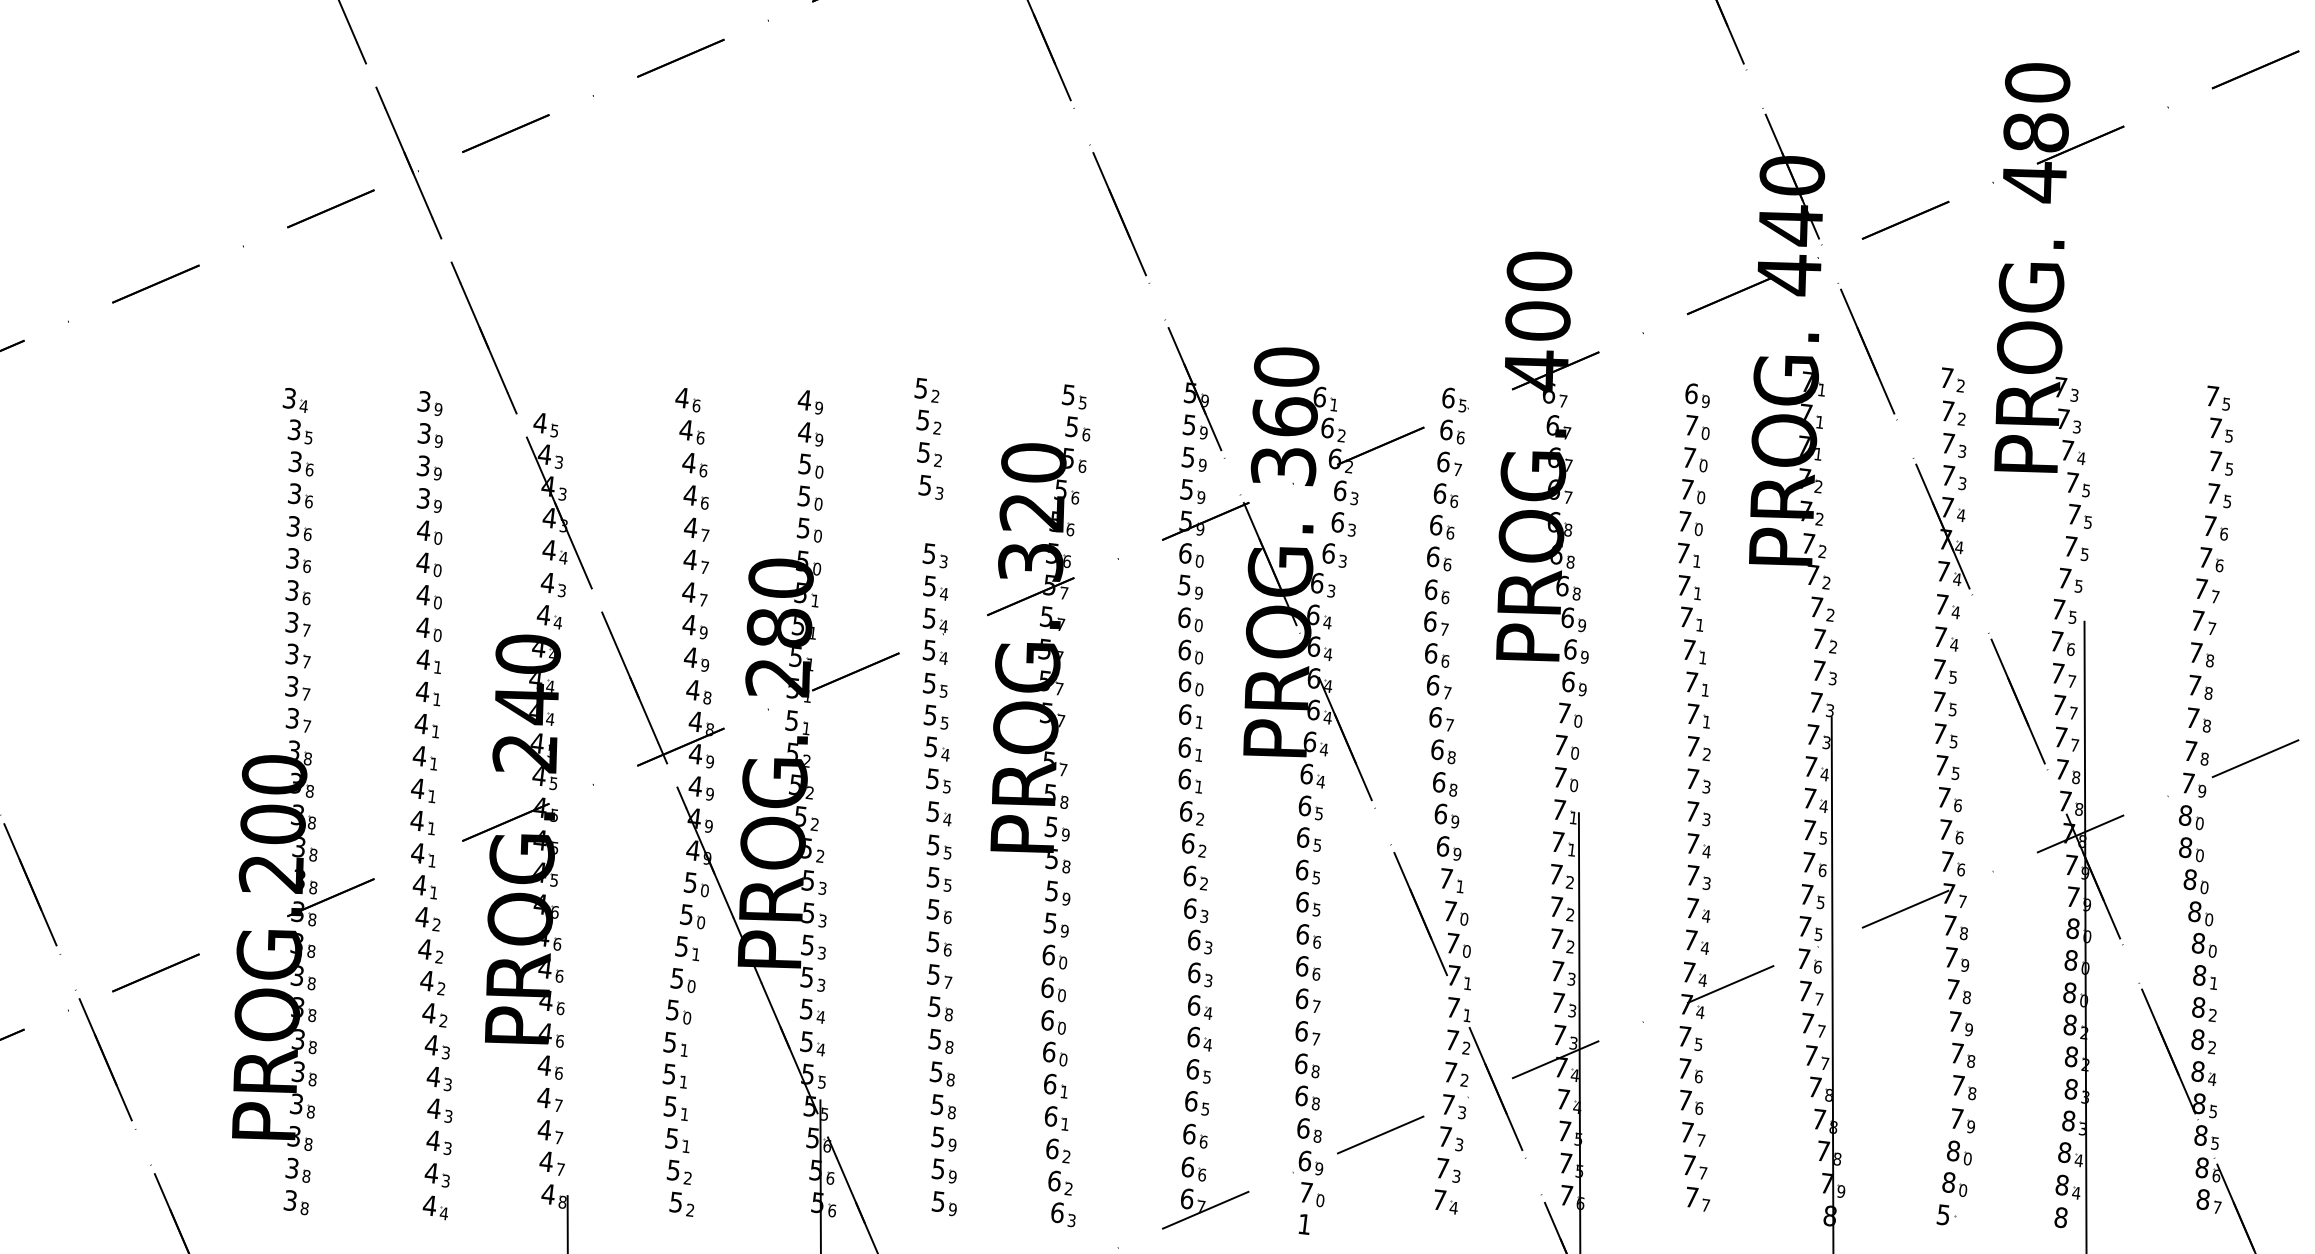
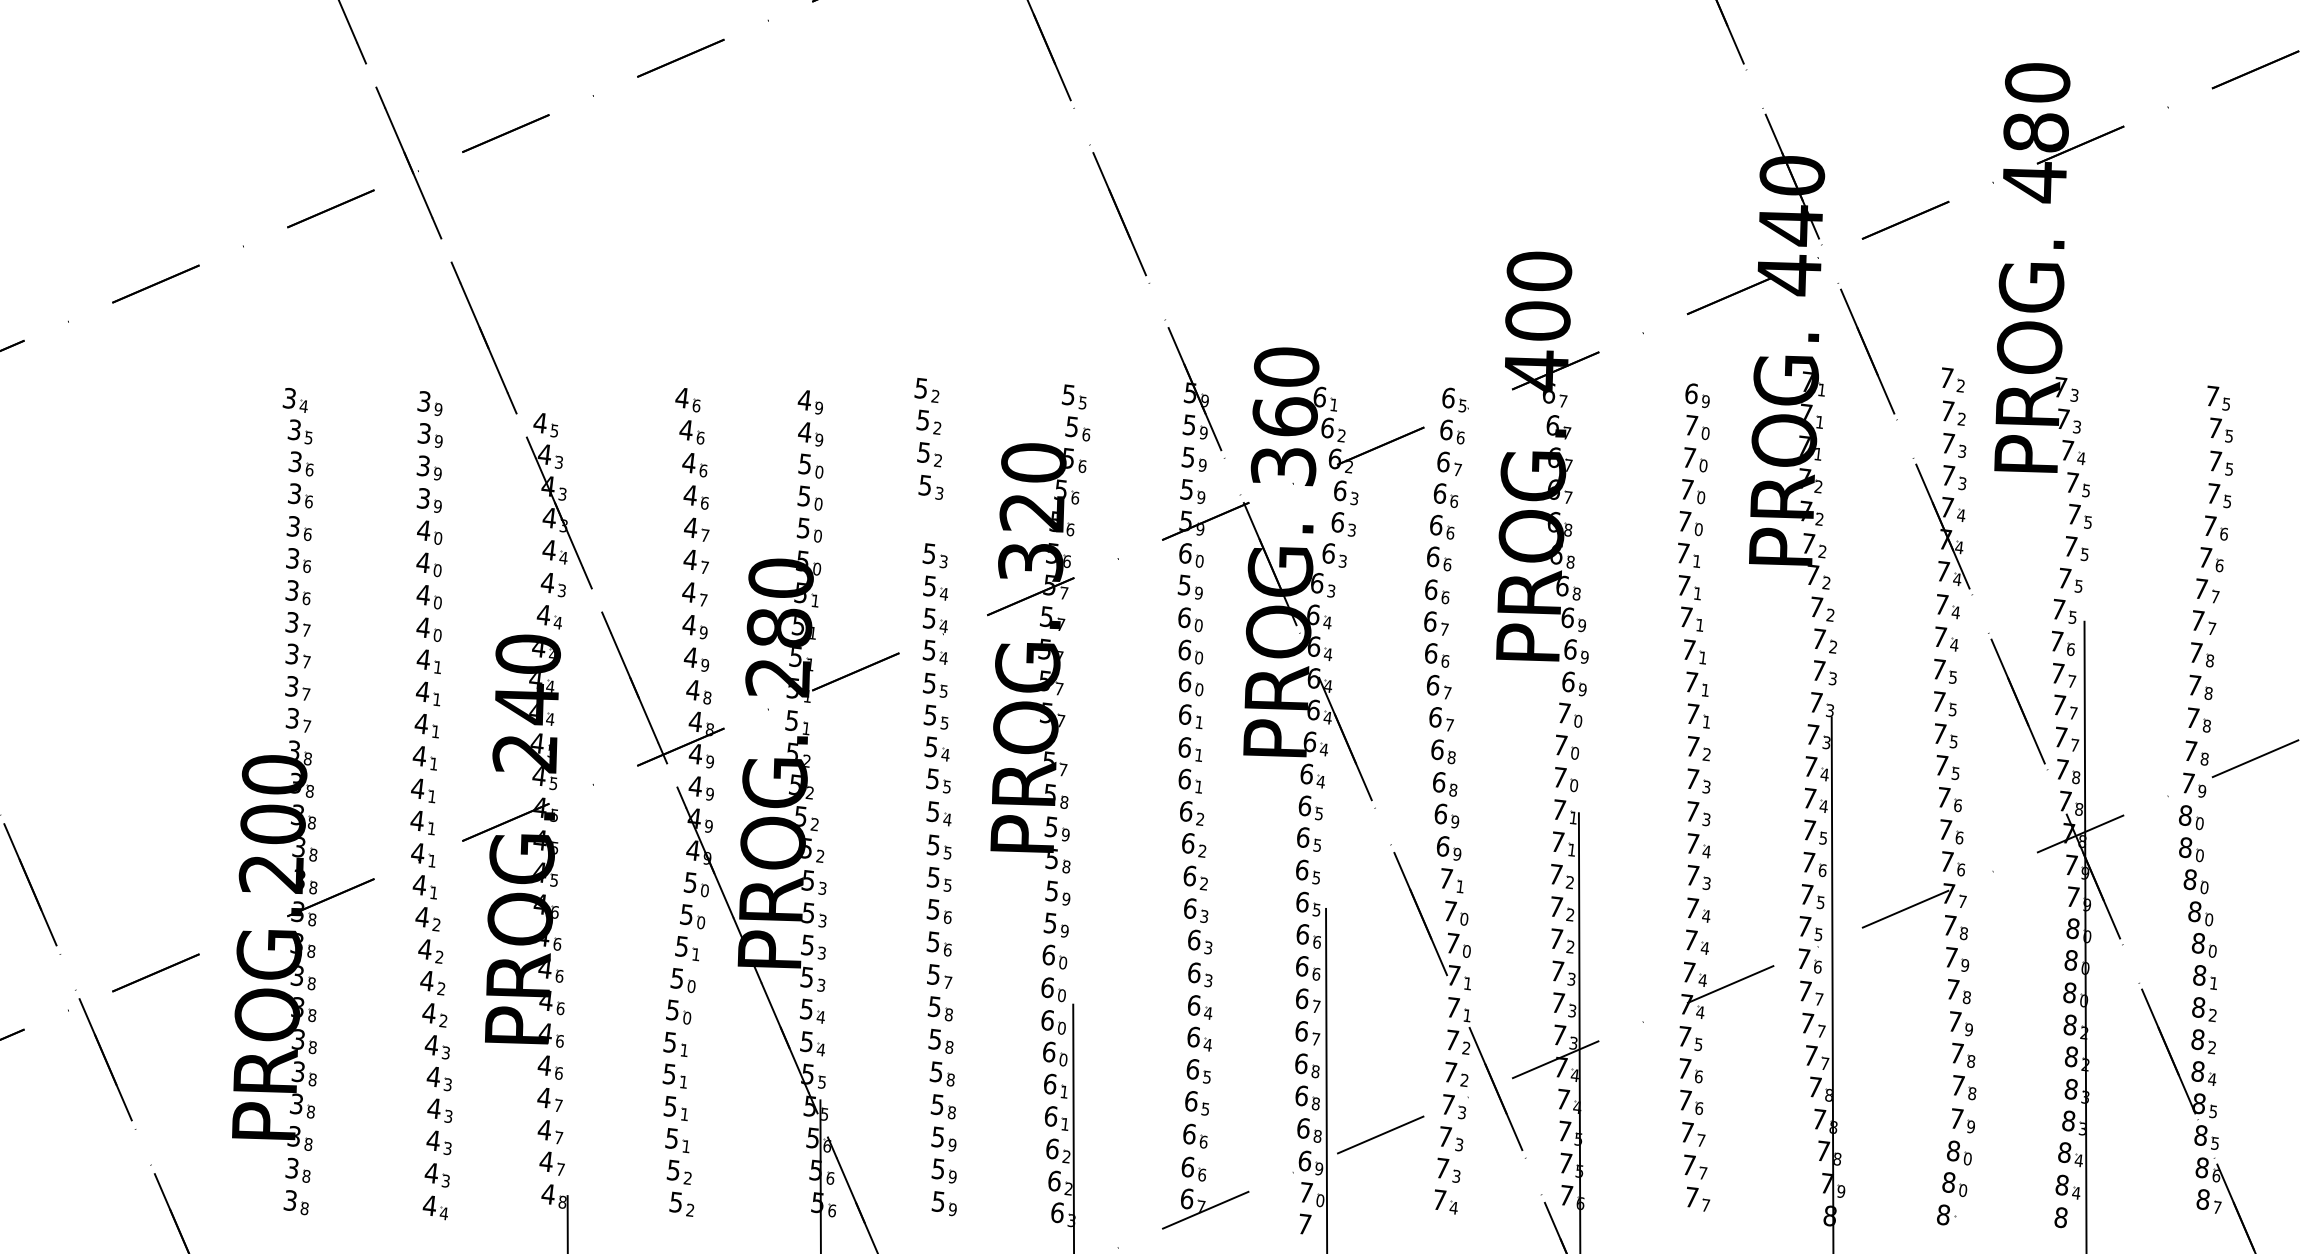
line at (1326, 1079): none -> present
line at (1073, 1127): none -> present
text at (1942, 1214): 5 -> 8
text at (1304, 1223): 1 -> 7
